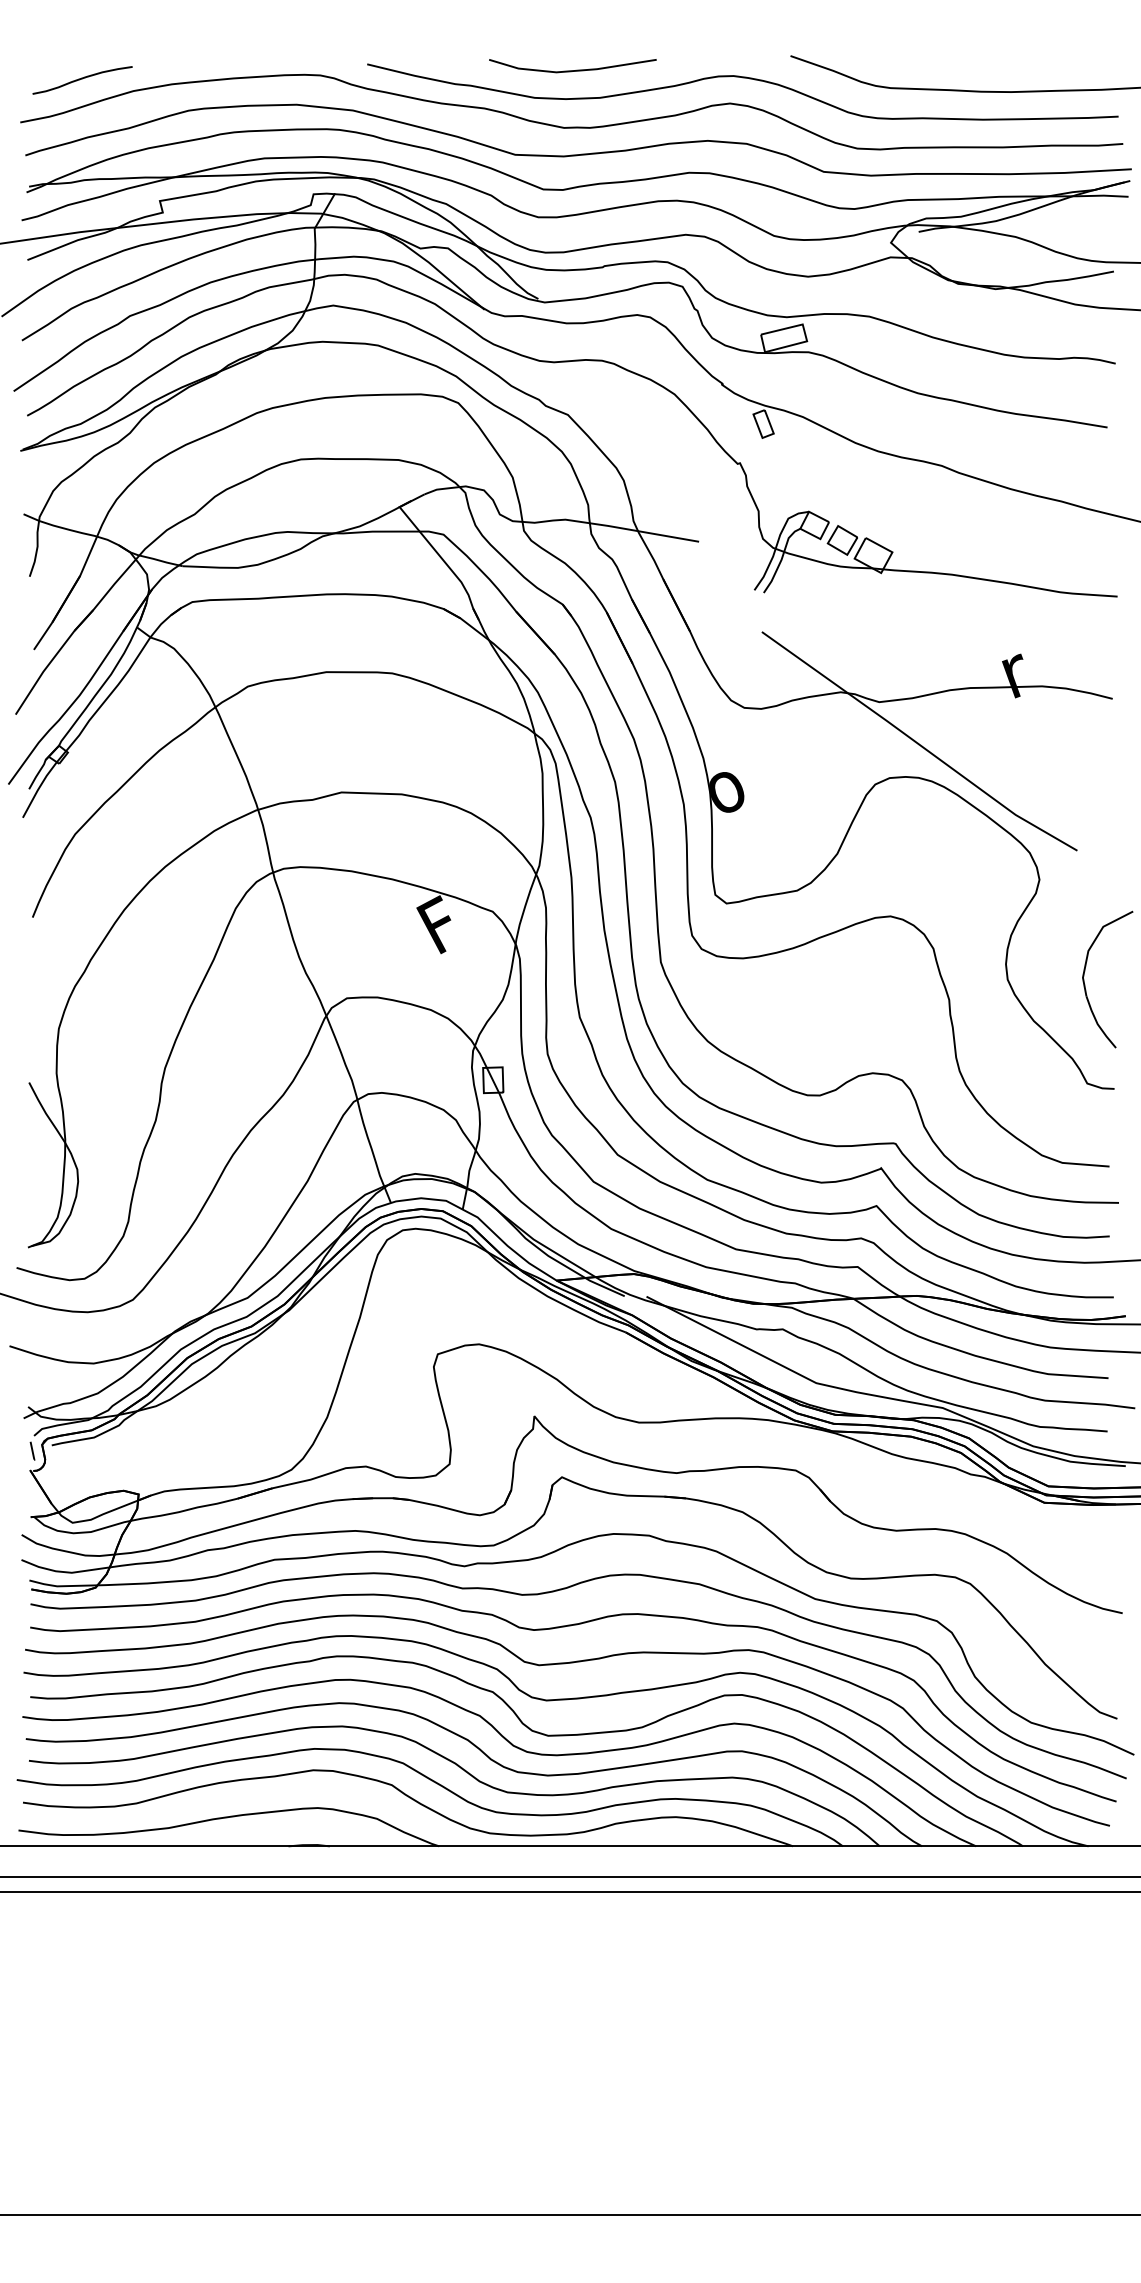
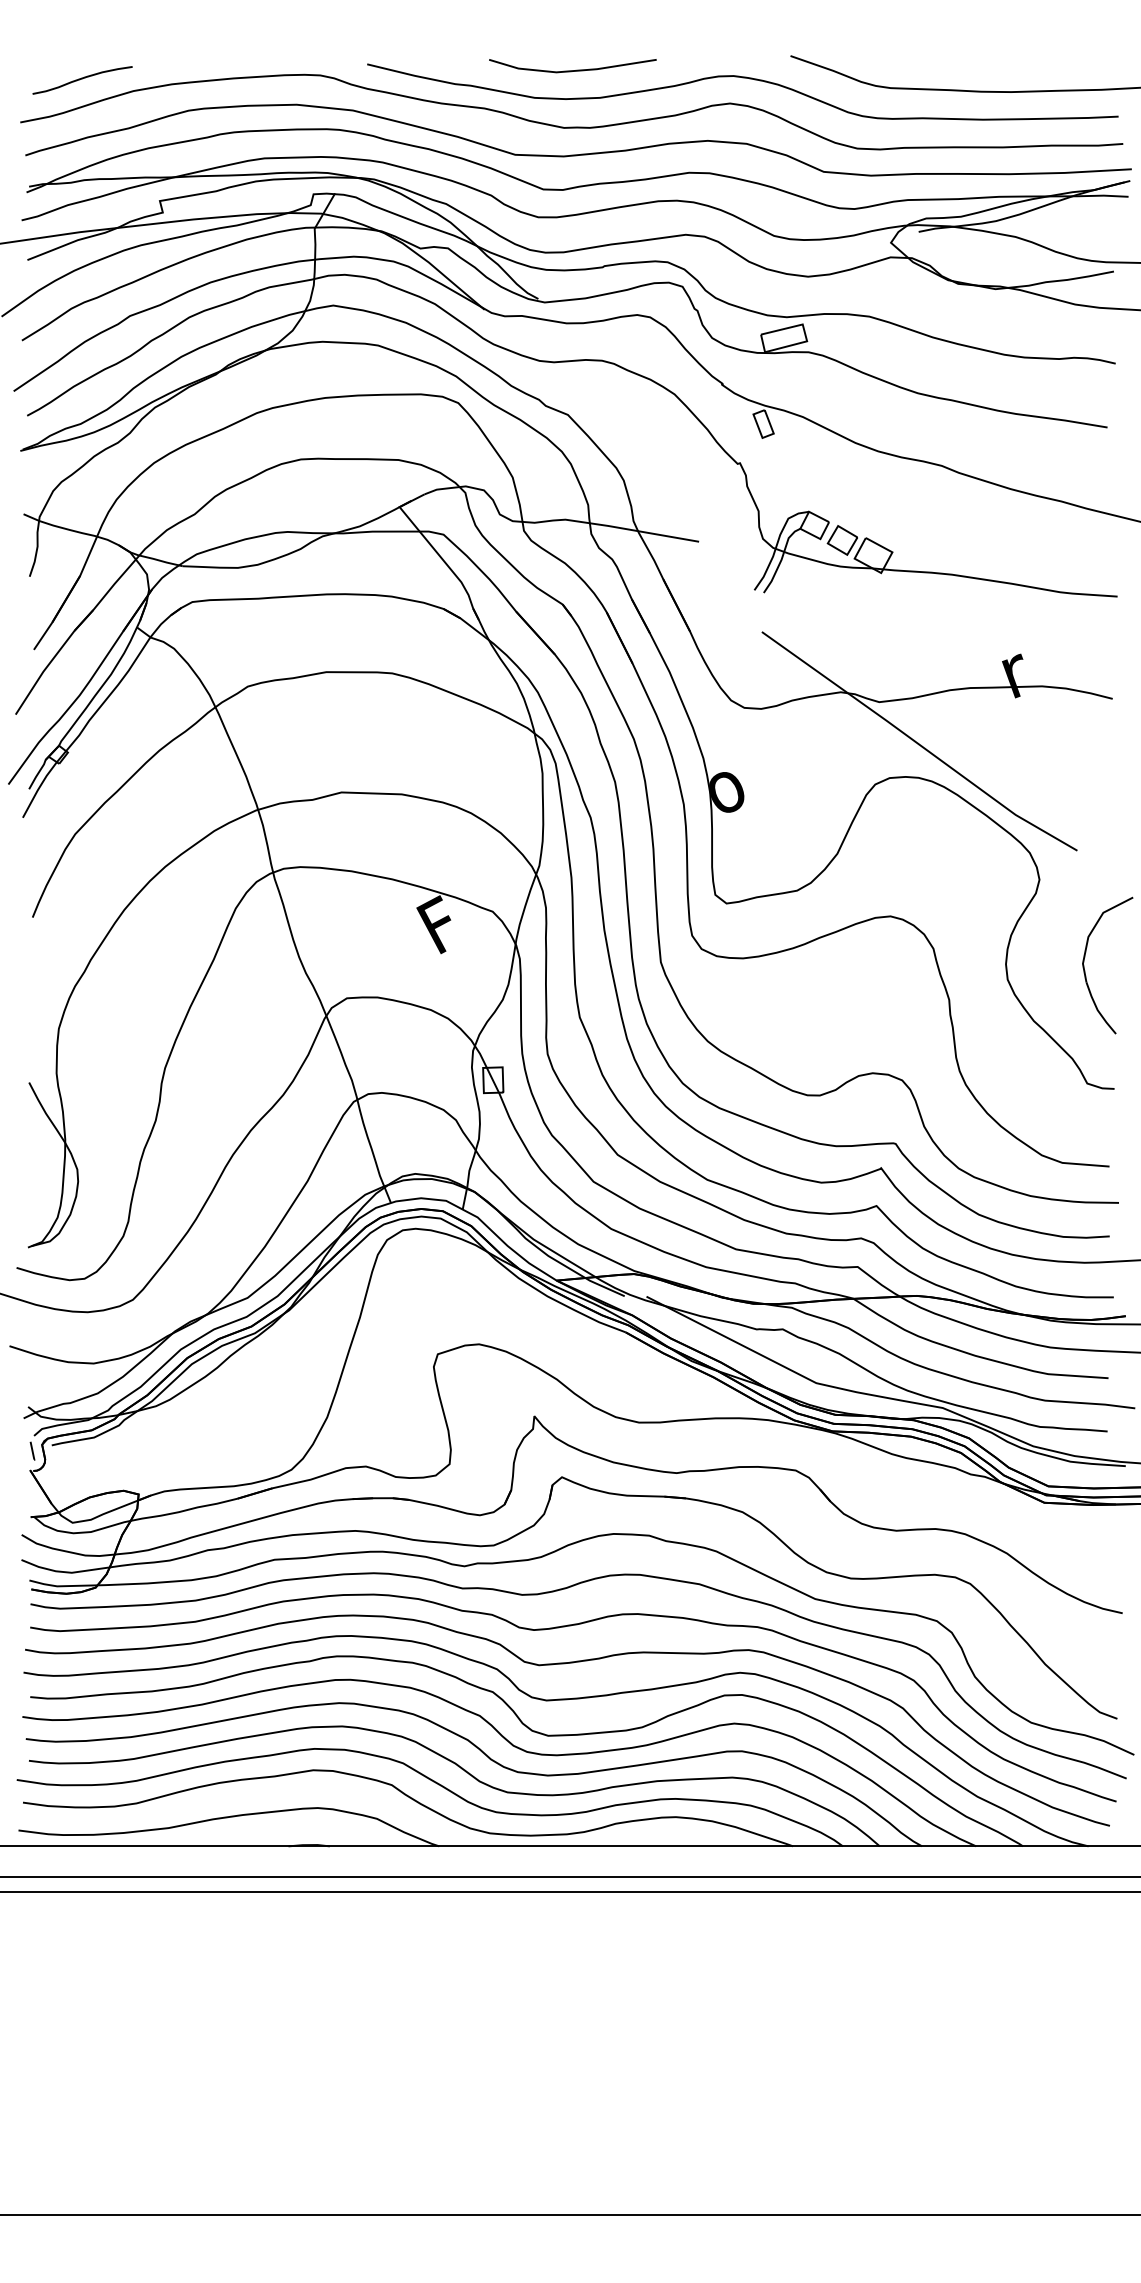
part at (1085, 984) position: (1085, 984) -> (1085, 970)
